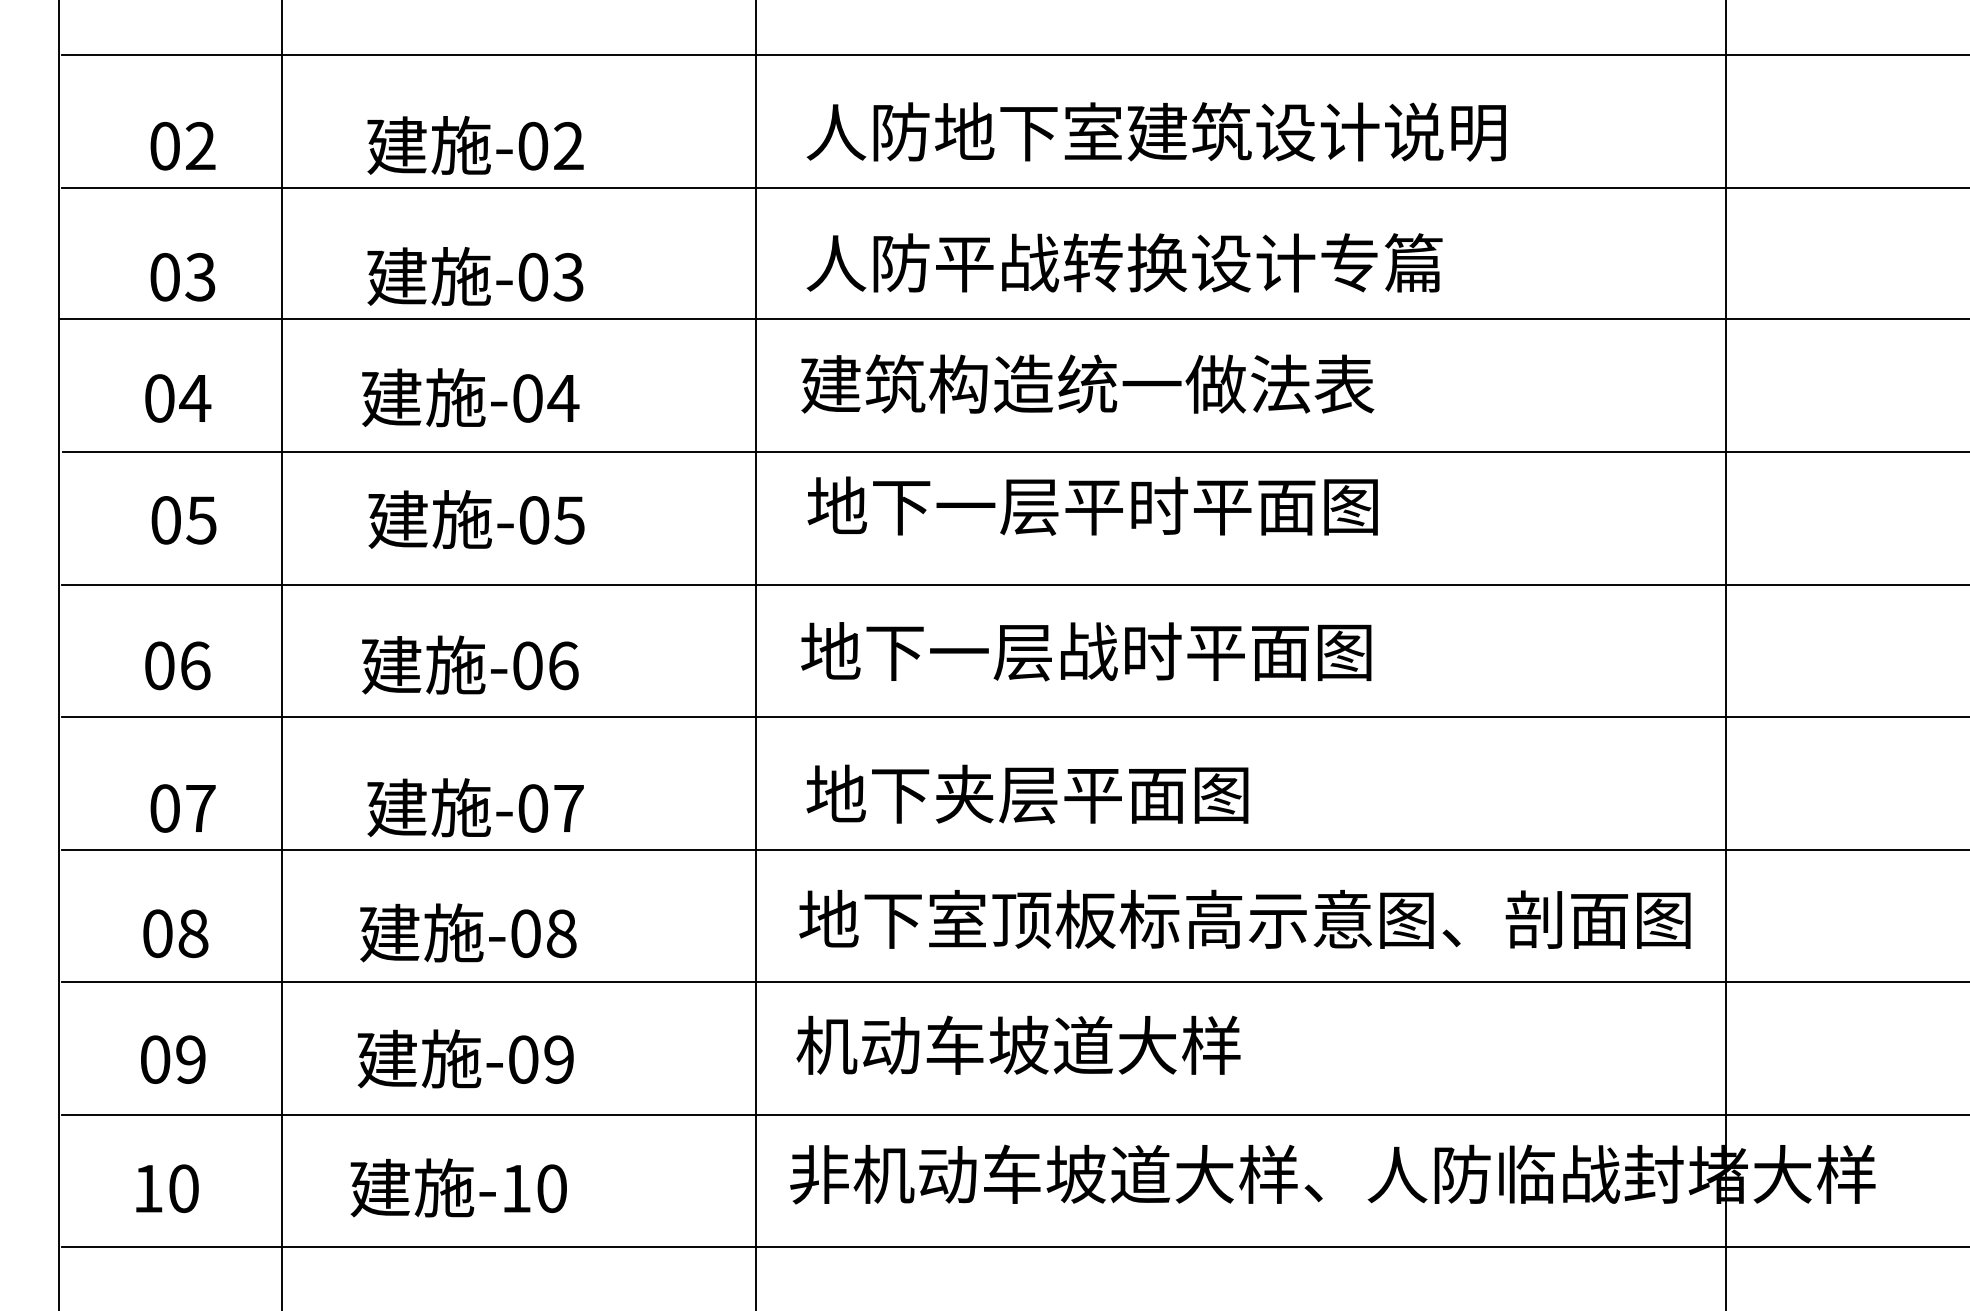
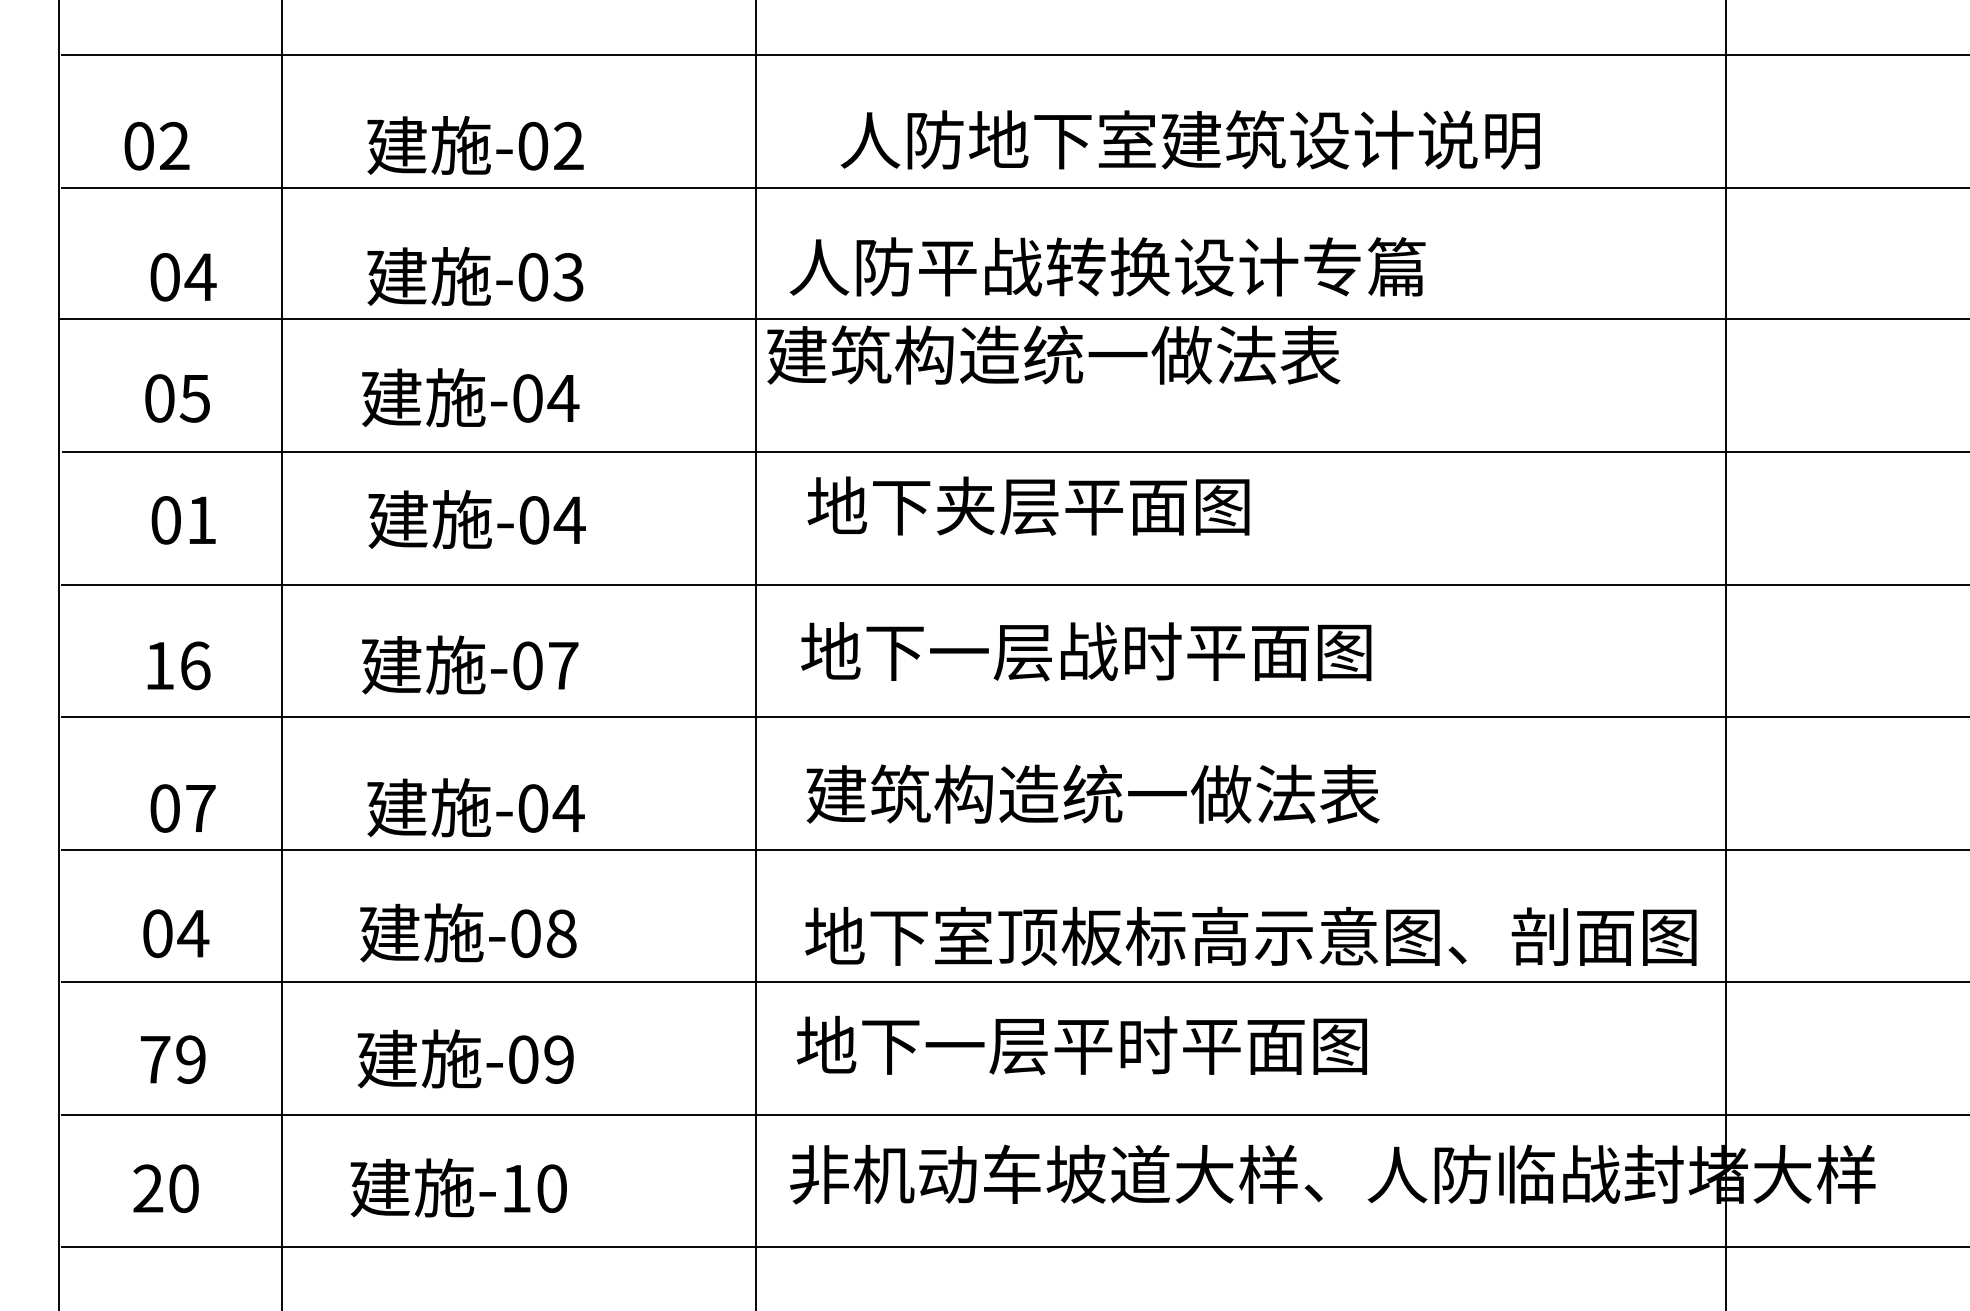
text at (1155, 131) position: (1155, 131) -> (1189, 139)
text at (182, 146) position: (182, 146) -> (156, 146)
text at (1124, 262) position: (1124, 262) -> (1107, 266)
text at (200, 277): 03 -> 04
text at (1087, 383) position: (1087, 383) -> (1053, 354)
text at (195, 398): 04 -> 05
text at (1156, 505): 地下一层平时平面图 -> 地下夹层平面图
text at (201, 520): 05 -> 01
text at (569, 520): -05 -> -04
text at (159, 665): 06 -> 16
text at (563, 665): -06 -> -07
text at (1092, 794): 地下夹层平面图 -> 建筑构造统一做法表
text at (568, 808): -07 -> -04
text at (1244, 918) position: (1244, 918) -> (1250, 935)
text at (193, 933): 08 -> 04
text at (1081, 1045): 机动车坡道大样 -> 地下一层平时平面图
text at (155, 1059): 09 -> 79
text at (148, 1188): 10 -> 20
